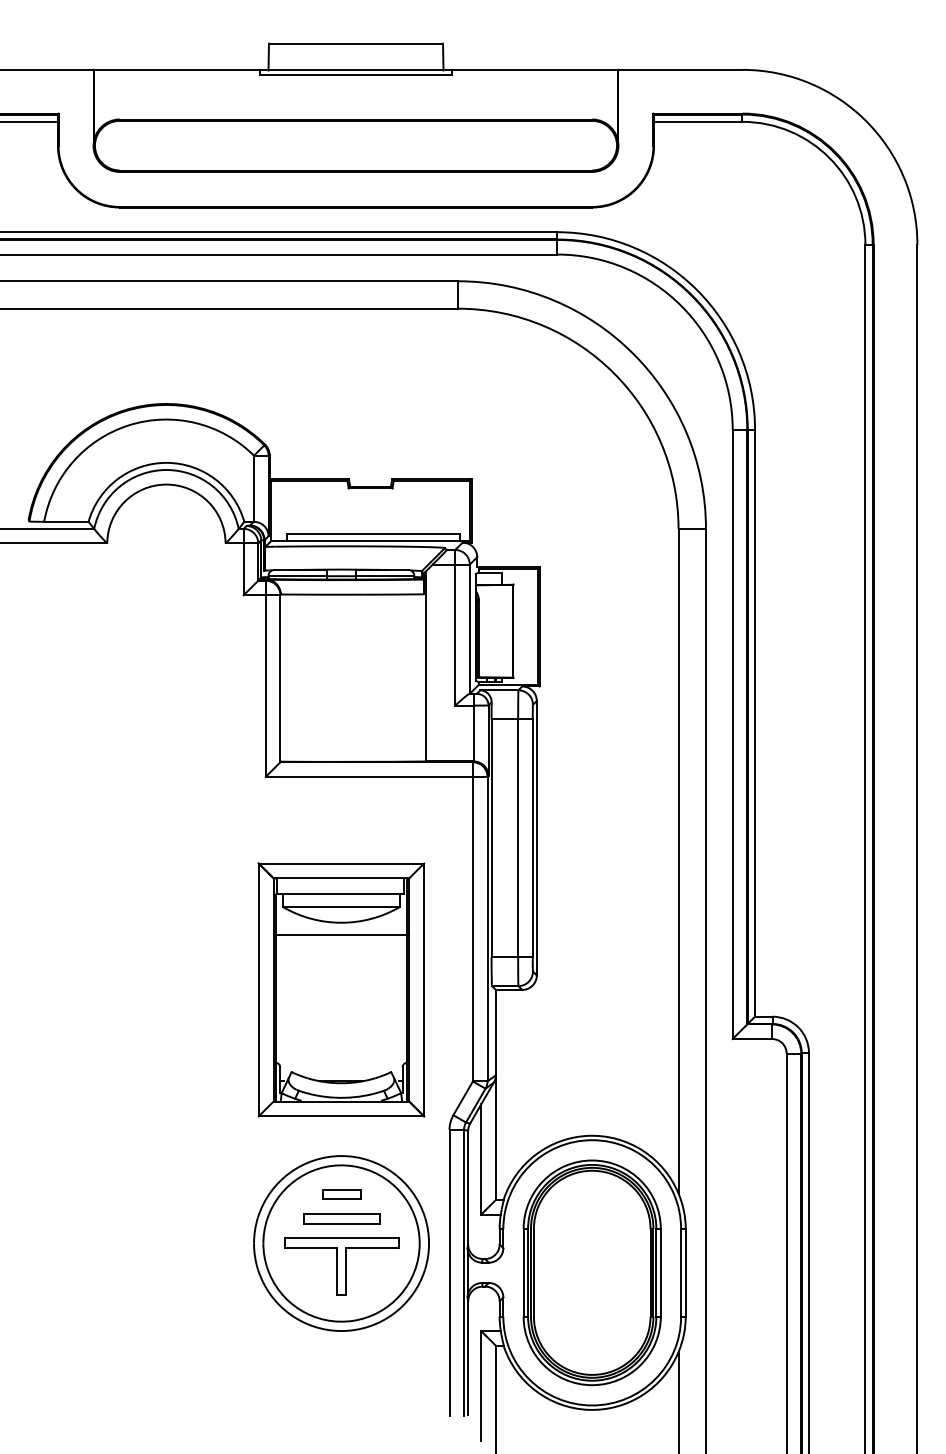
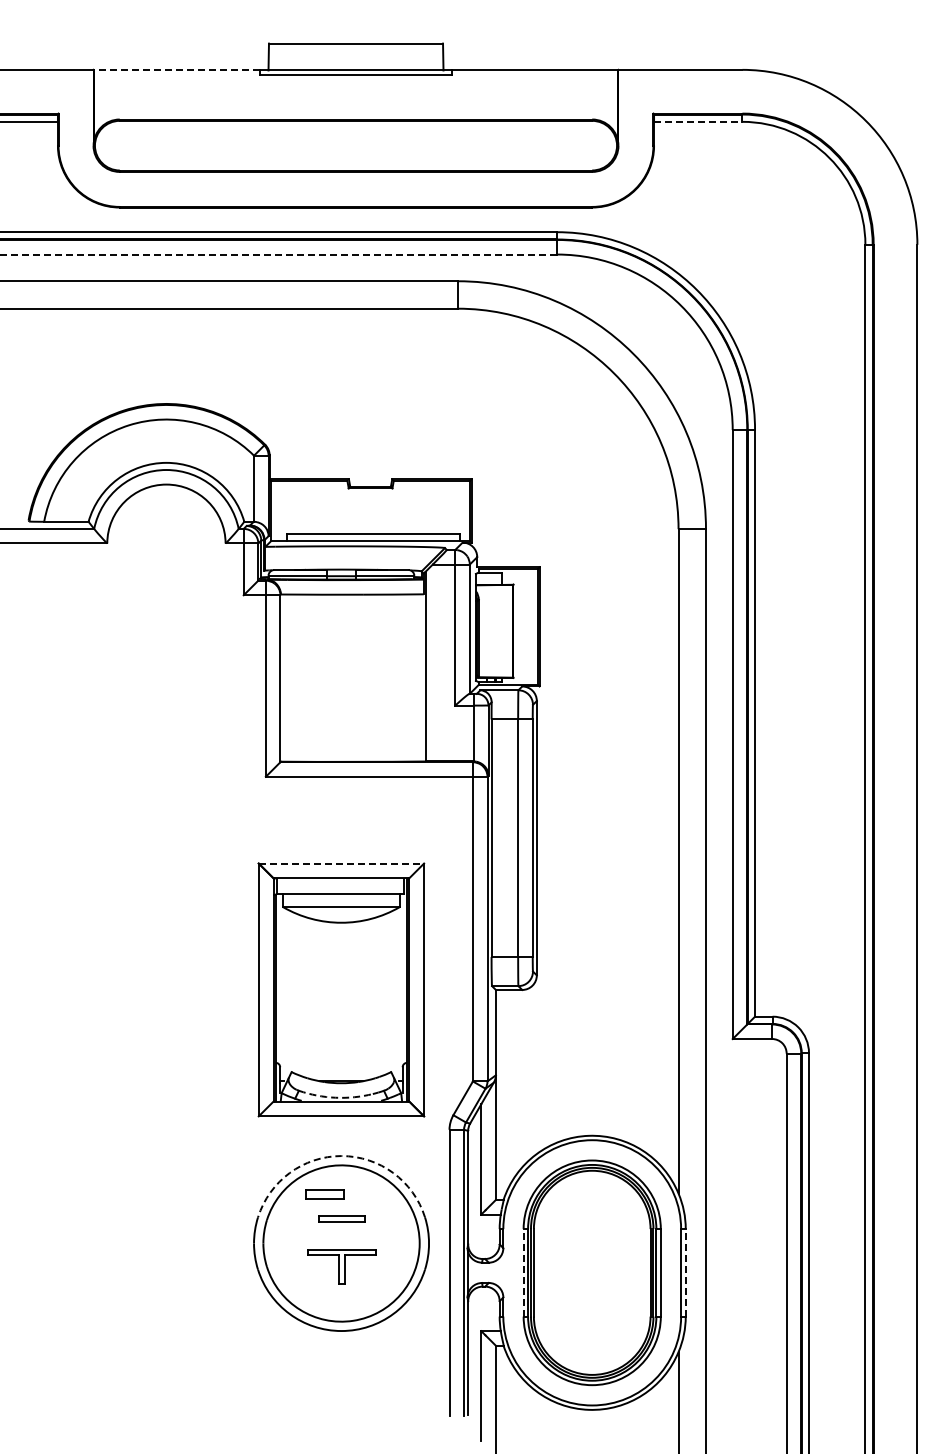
line at (176, 69): solid -> dashed
line at (698, 121): solid -> dashed
line at (278, 254): solid -> dashed
line at (341, 863): solid -> dashed
line at (341, 934): present -> none
arc at (335, 1097): solid -> dashed
arc at (341, 1156): solid -> dashed
part at (341, 1194) position: (341, 1194) -> (324, 1194)
part at (341, 1218) size: 78x12 px -> 48x8 px
part at (341, 1266) size: 116x59 px -> 70x36 px
line at (523, 1272): solid -> dashed
line at (685, 1272): solid -> dashed
